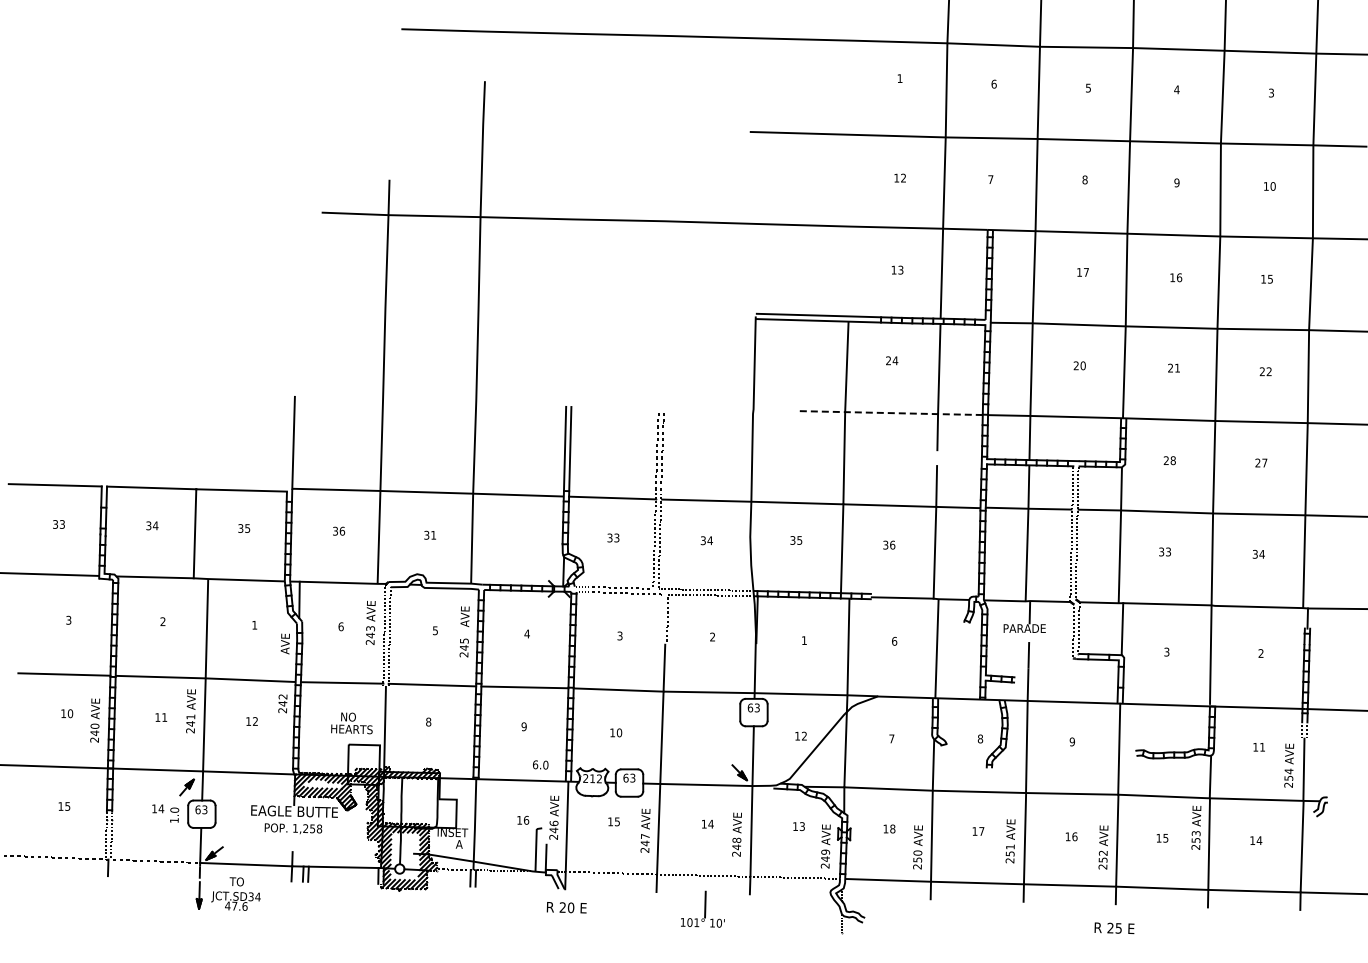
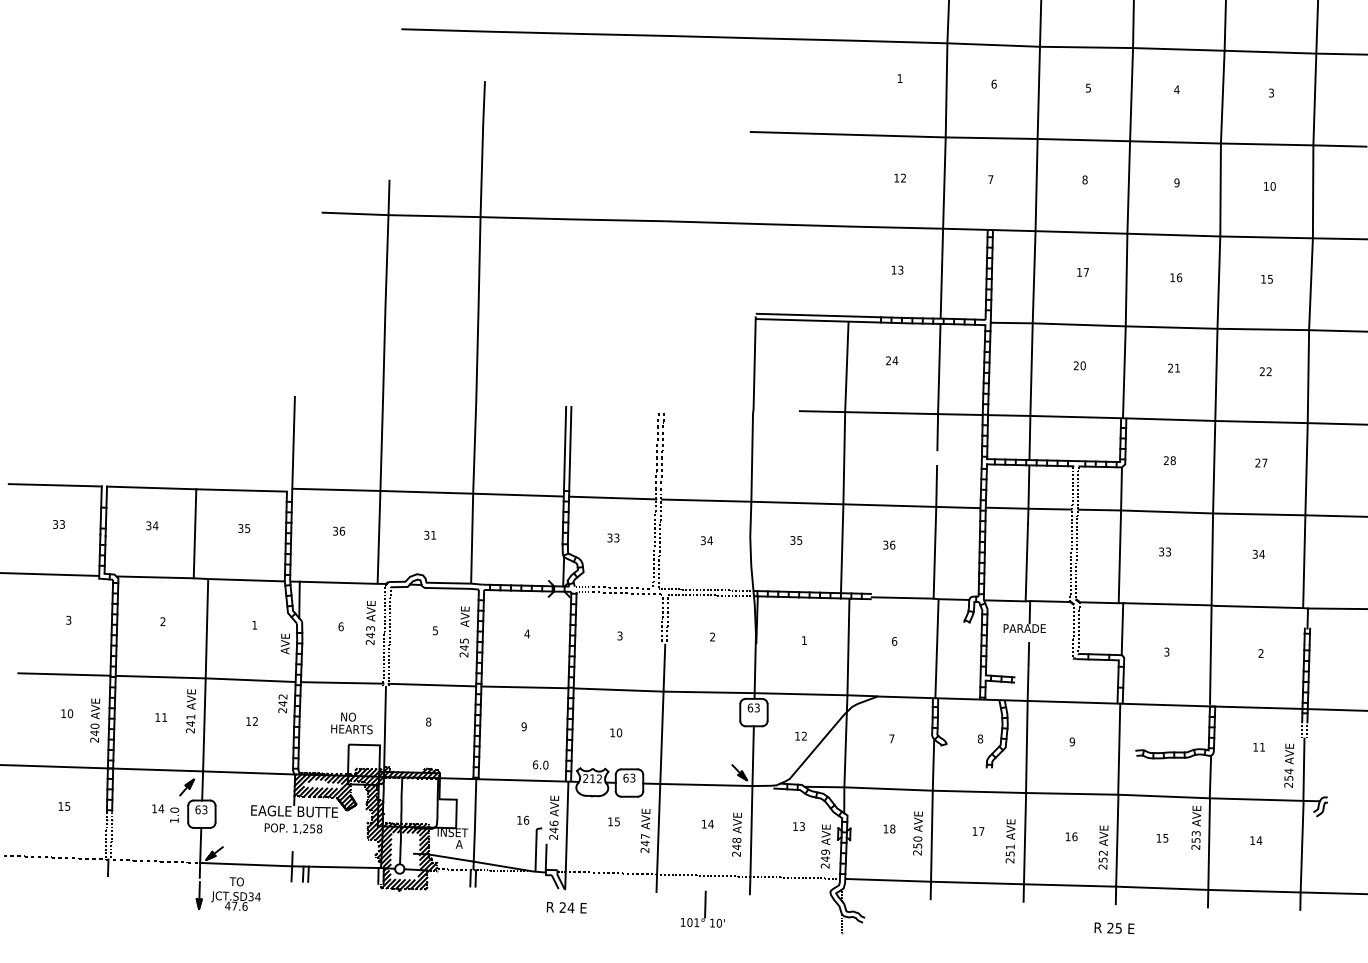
line at (891, 413): dashed -> solid
line at (662, 618): none -> present
text at (917, 847) position: (917, 847) -> (917, 833)
text at (570, 907): 20 -> 24
